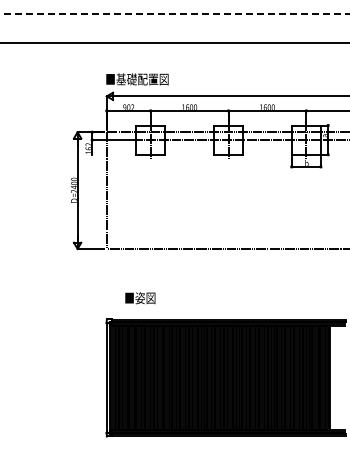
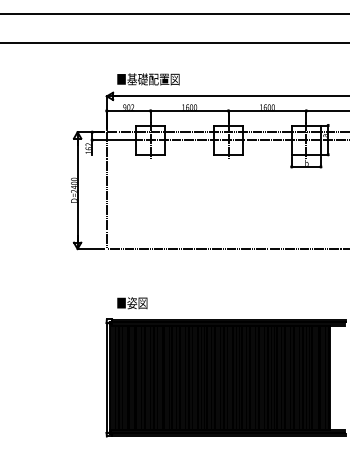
line at (174, 14): dashed -> solid
text at (137, 79) position: (137, 79) -> (148, 79)
text at (140, 298) position: (140, 298) -> (132, 303)
